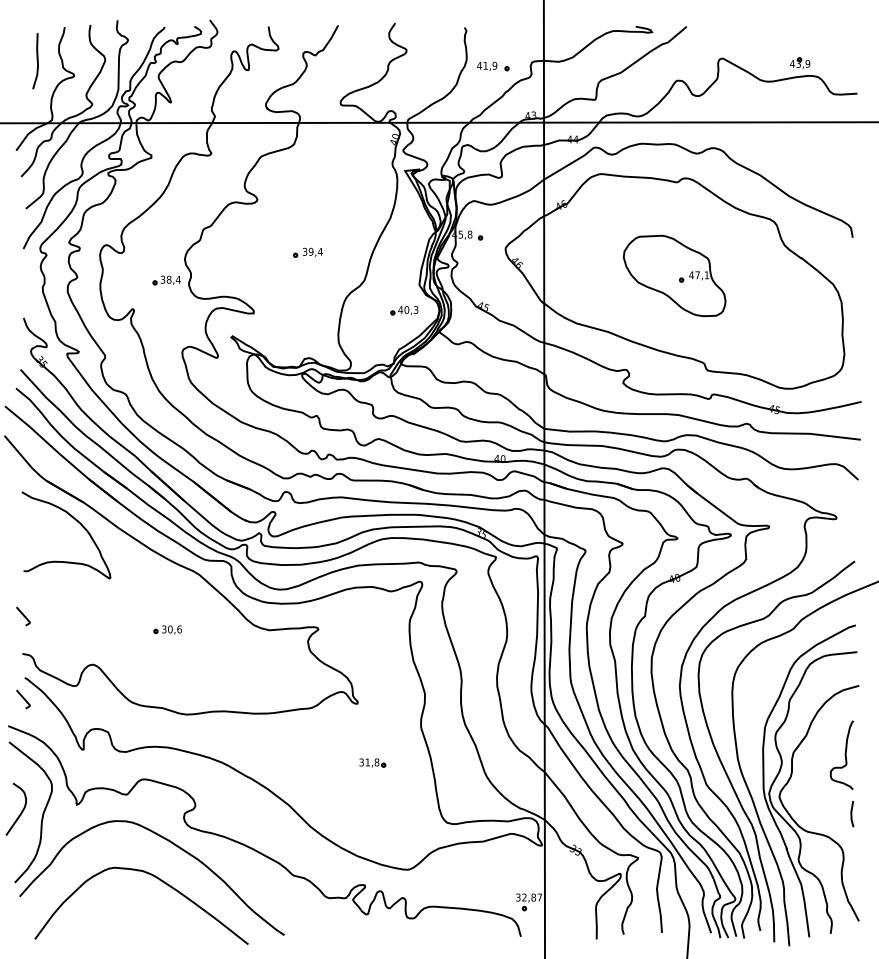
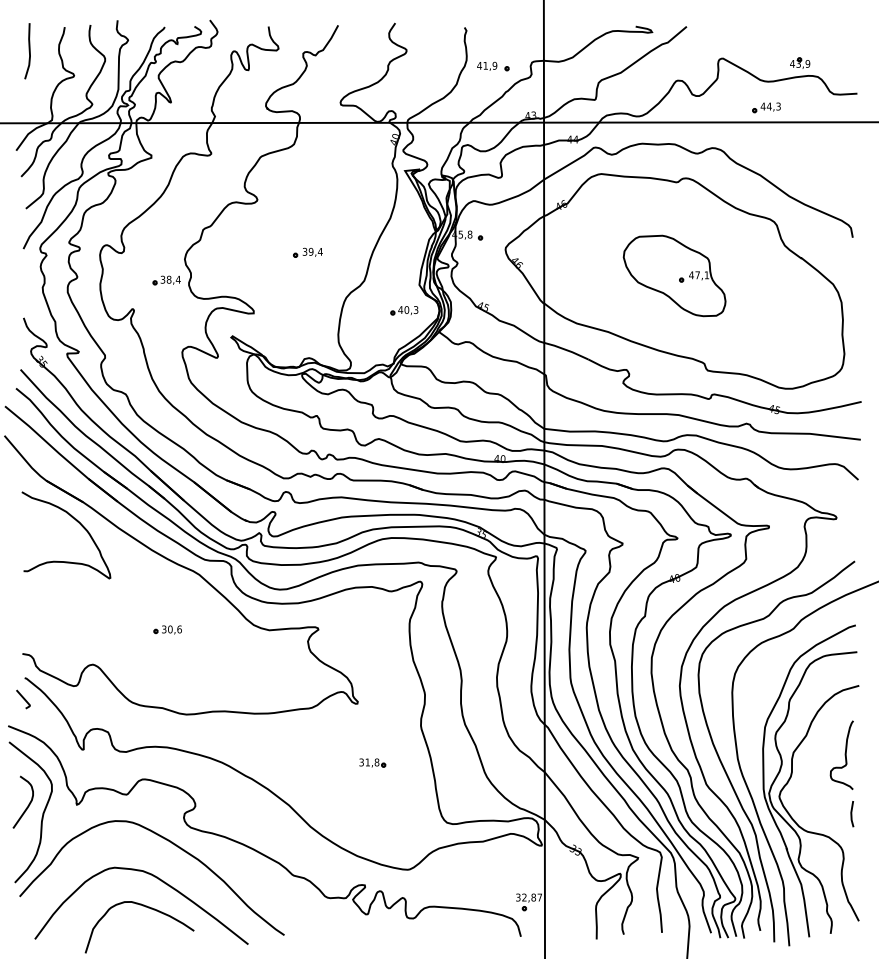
line at (36, 61) position: (36, 61) -> (28, 51)
part at (766, 107): none -> present
line at (23, 616): present -> none
curve at (20, 812) position: (20, 812) -> (27, 805)
curve at (145, 907): none -> present
